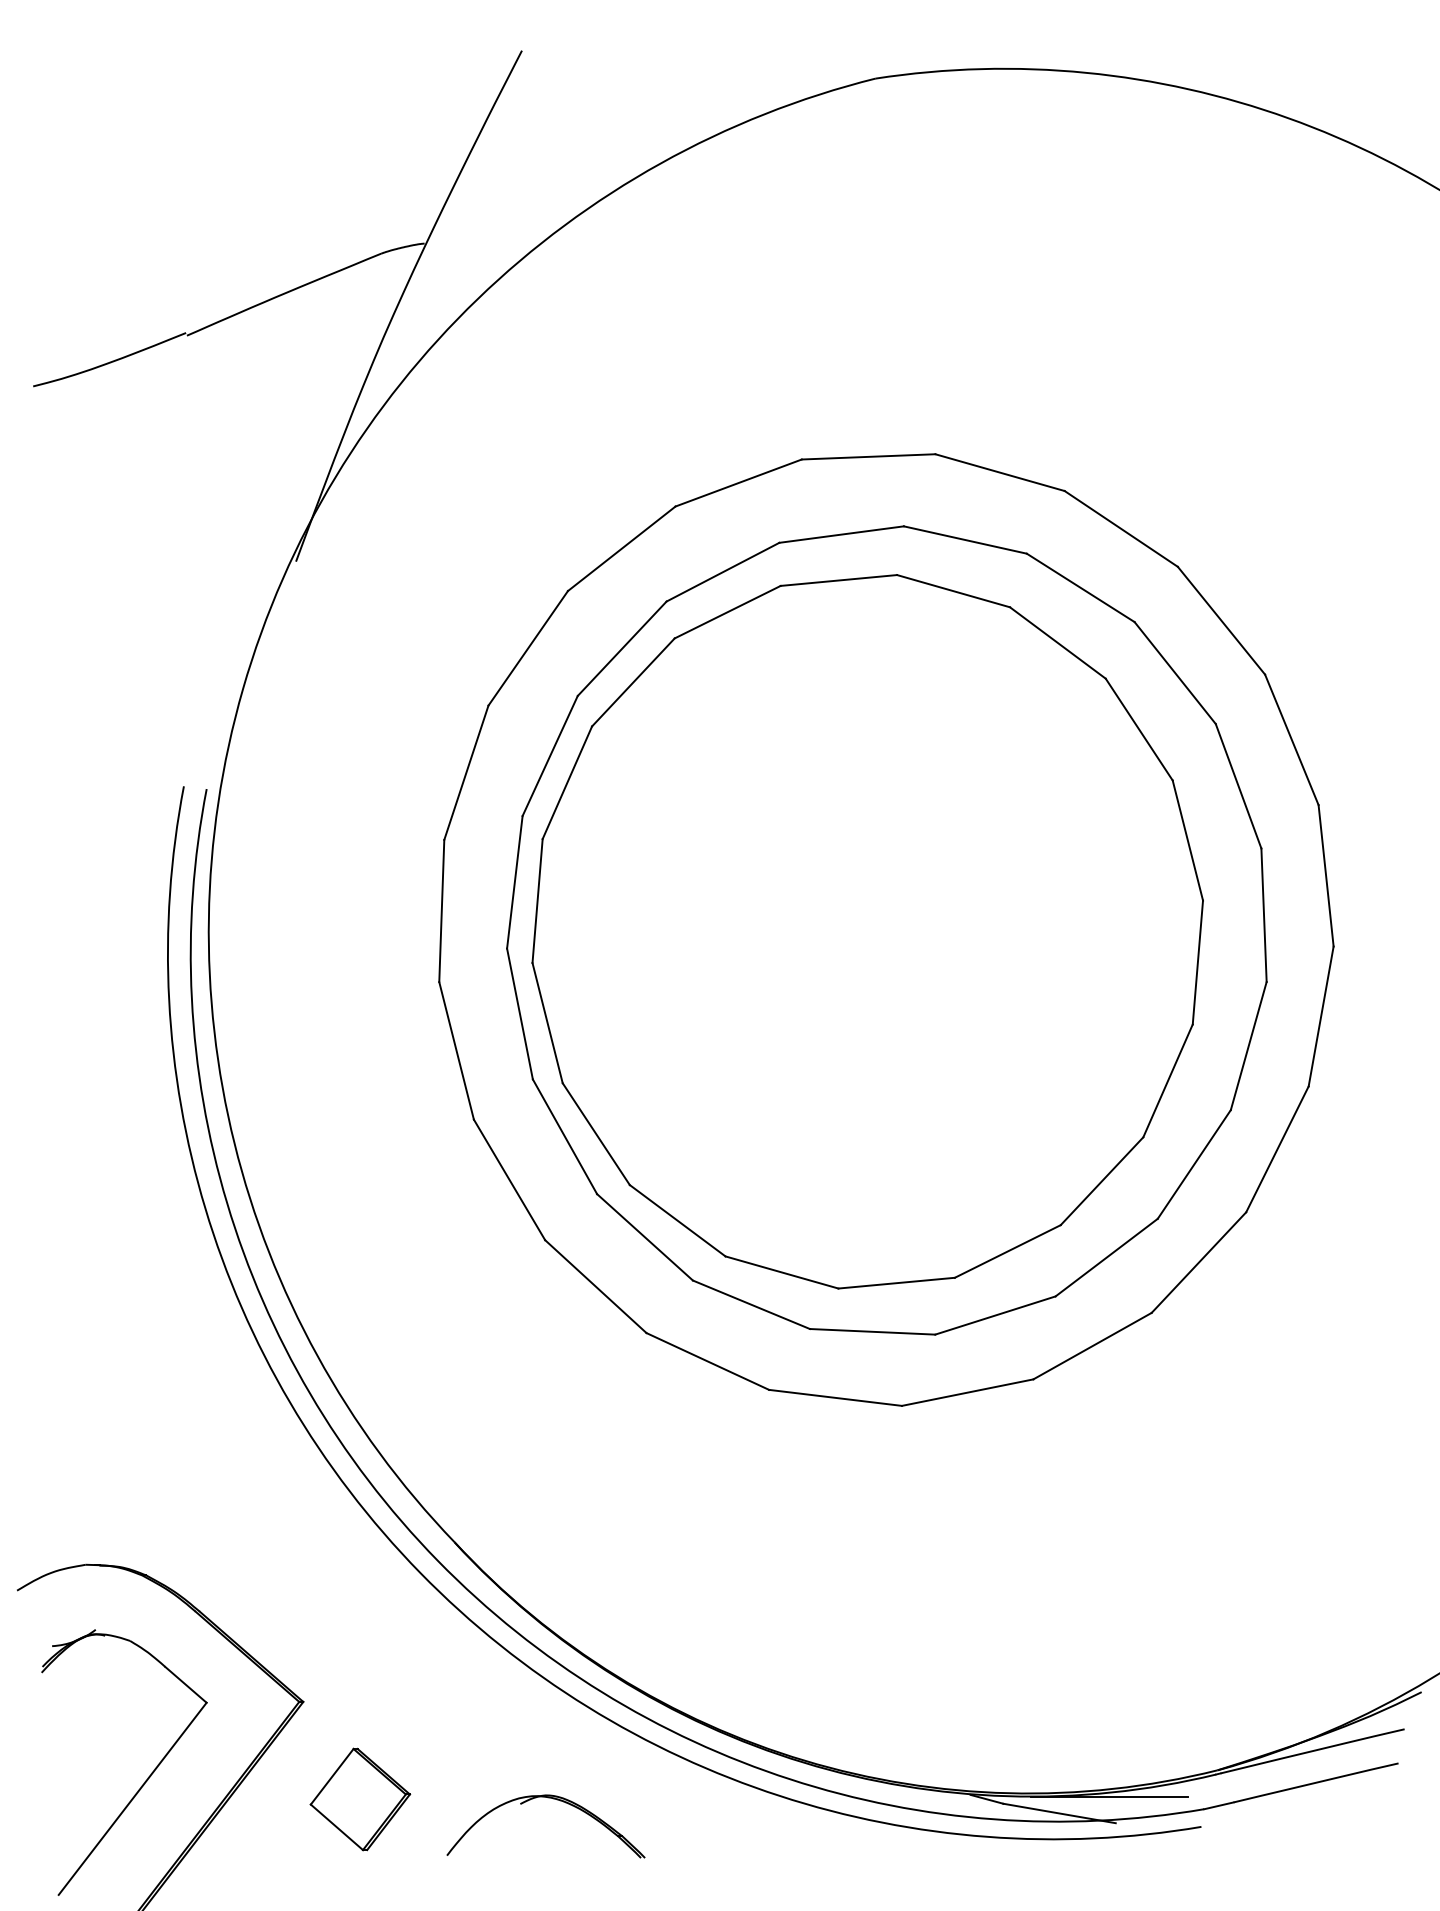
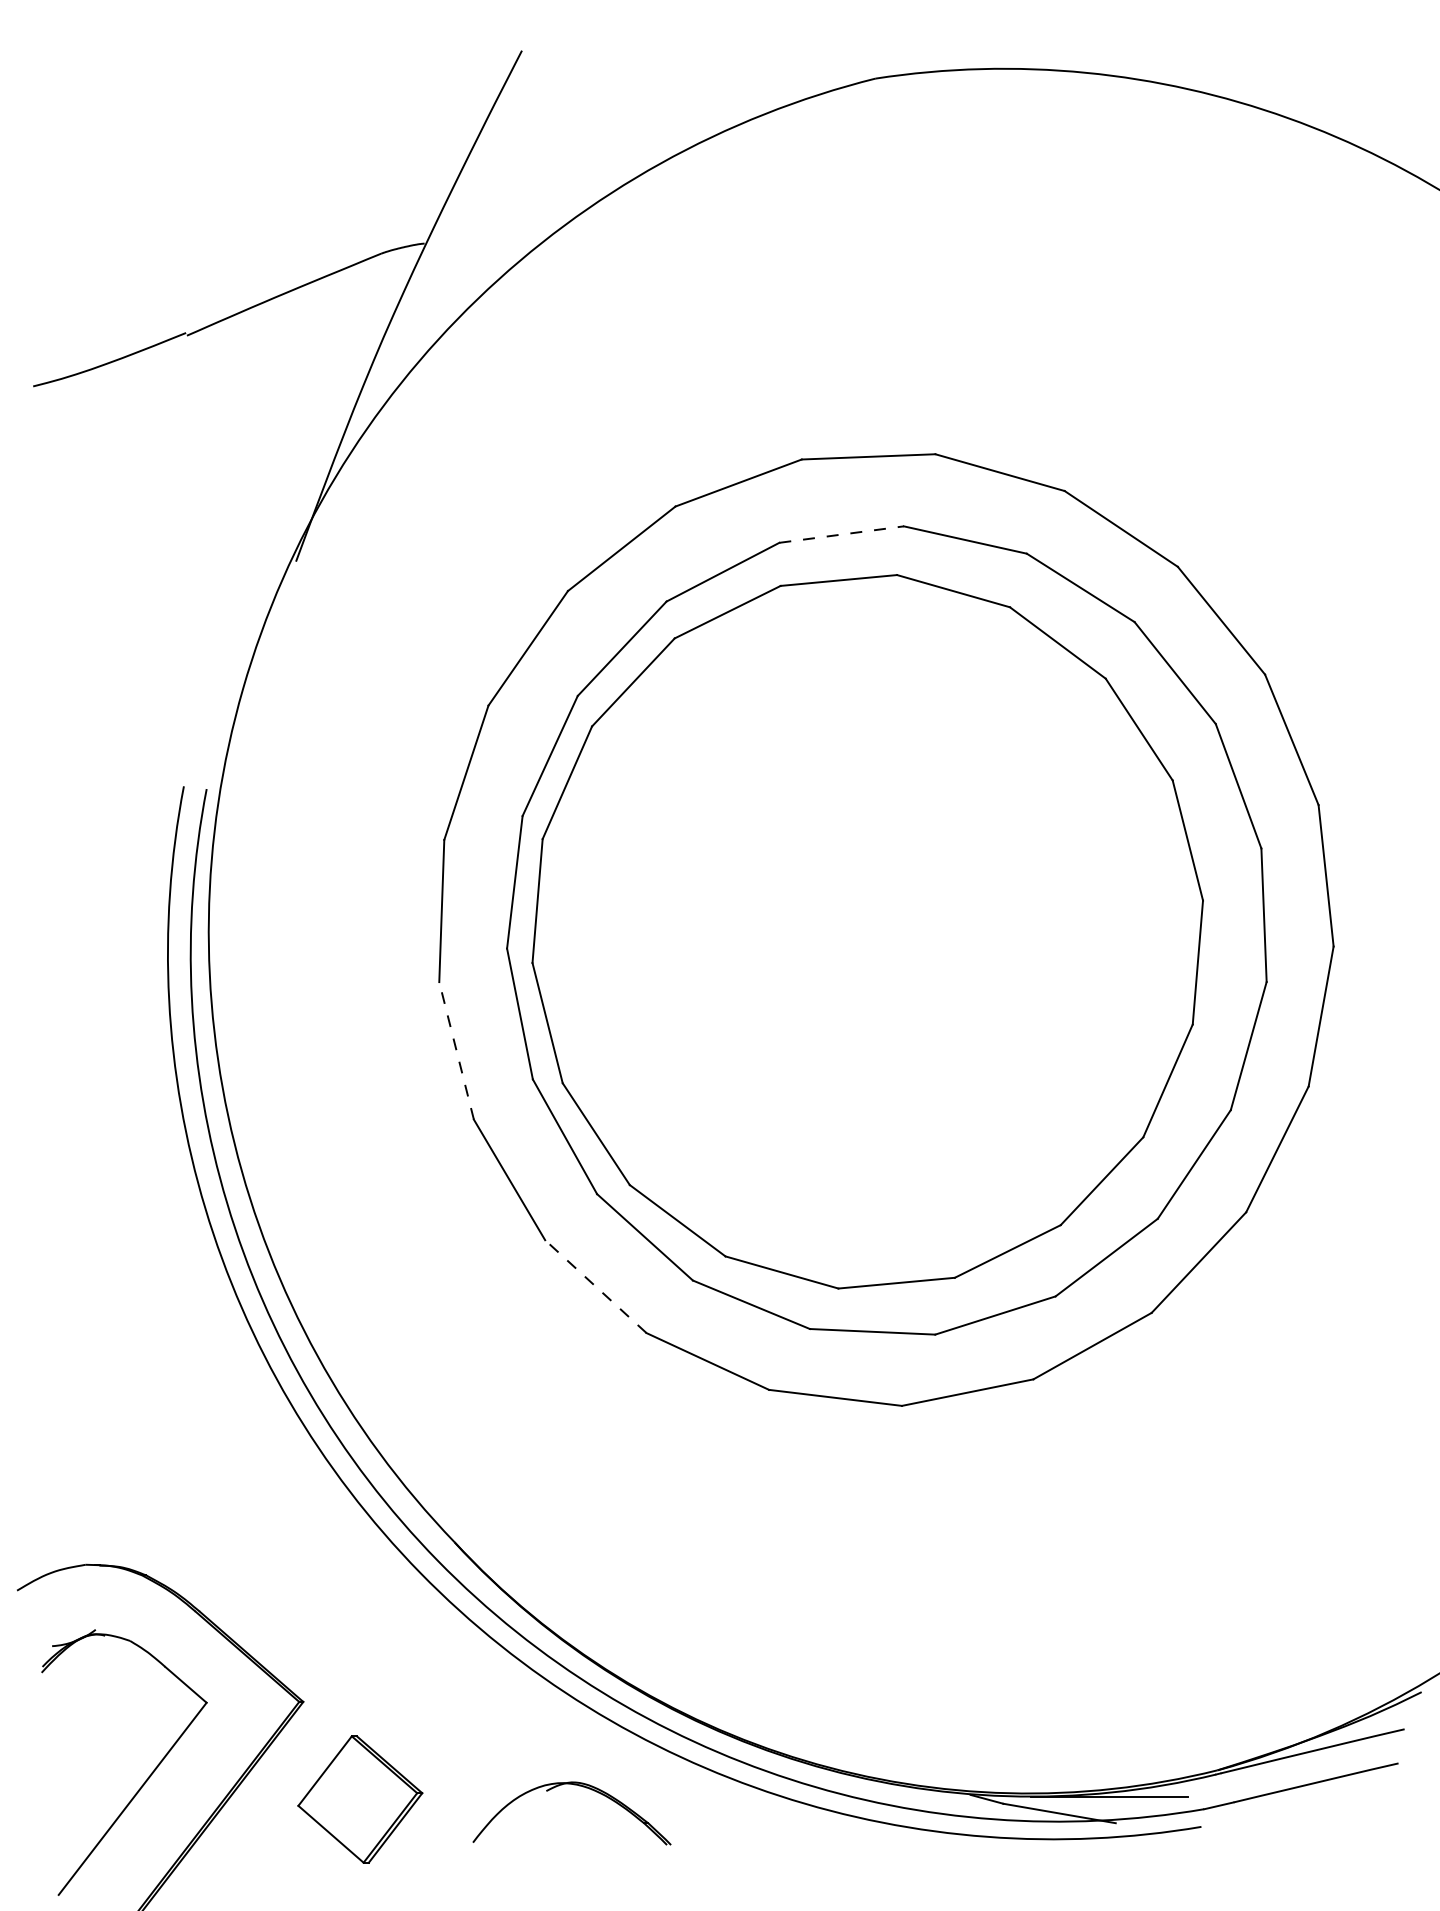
line at (841, 534): solid -> dashed
line at (456, 1050): solid -> dashed
line at (595, 1286): solid -> dashed
part at (548, 1798) position: (548, 1798) -> (574, 1785)
part at (360, 1799) size: 103x105 px -> 127x129 px
